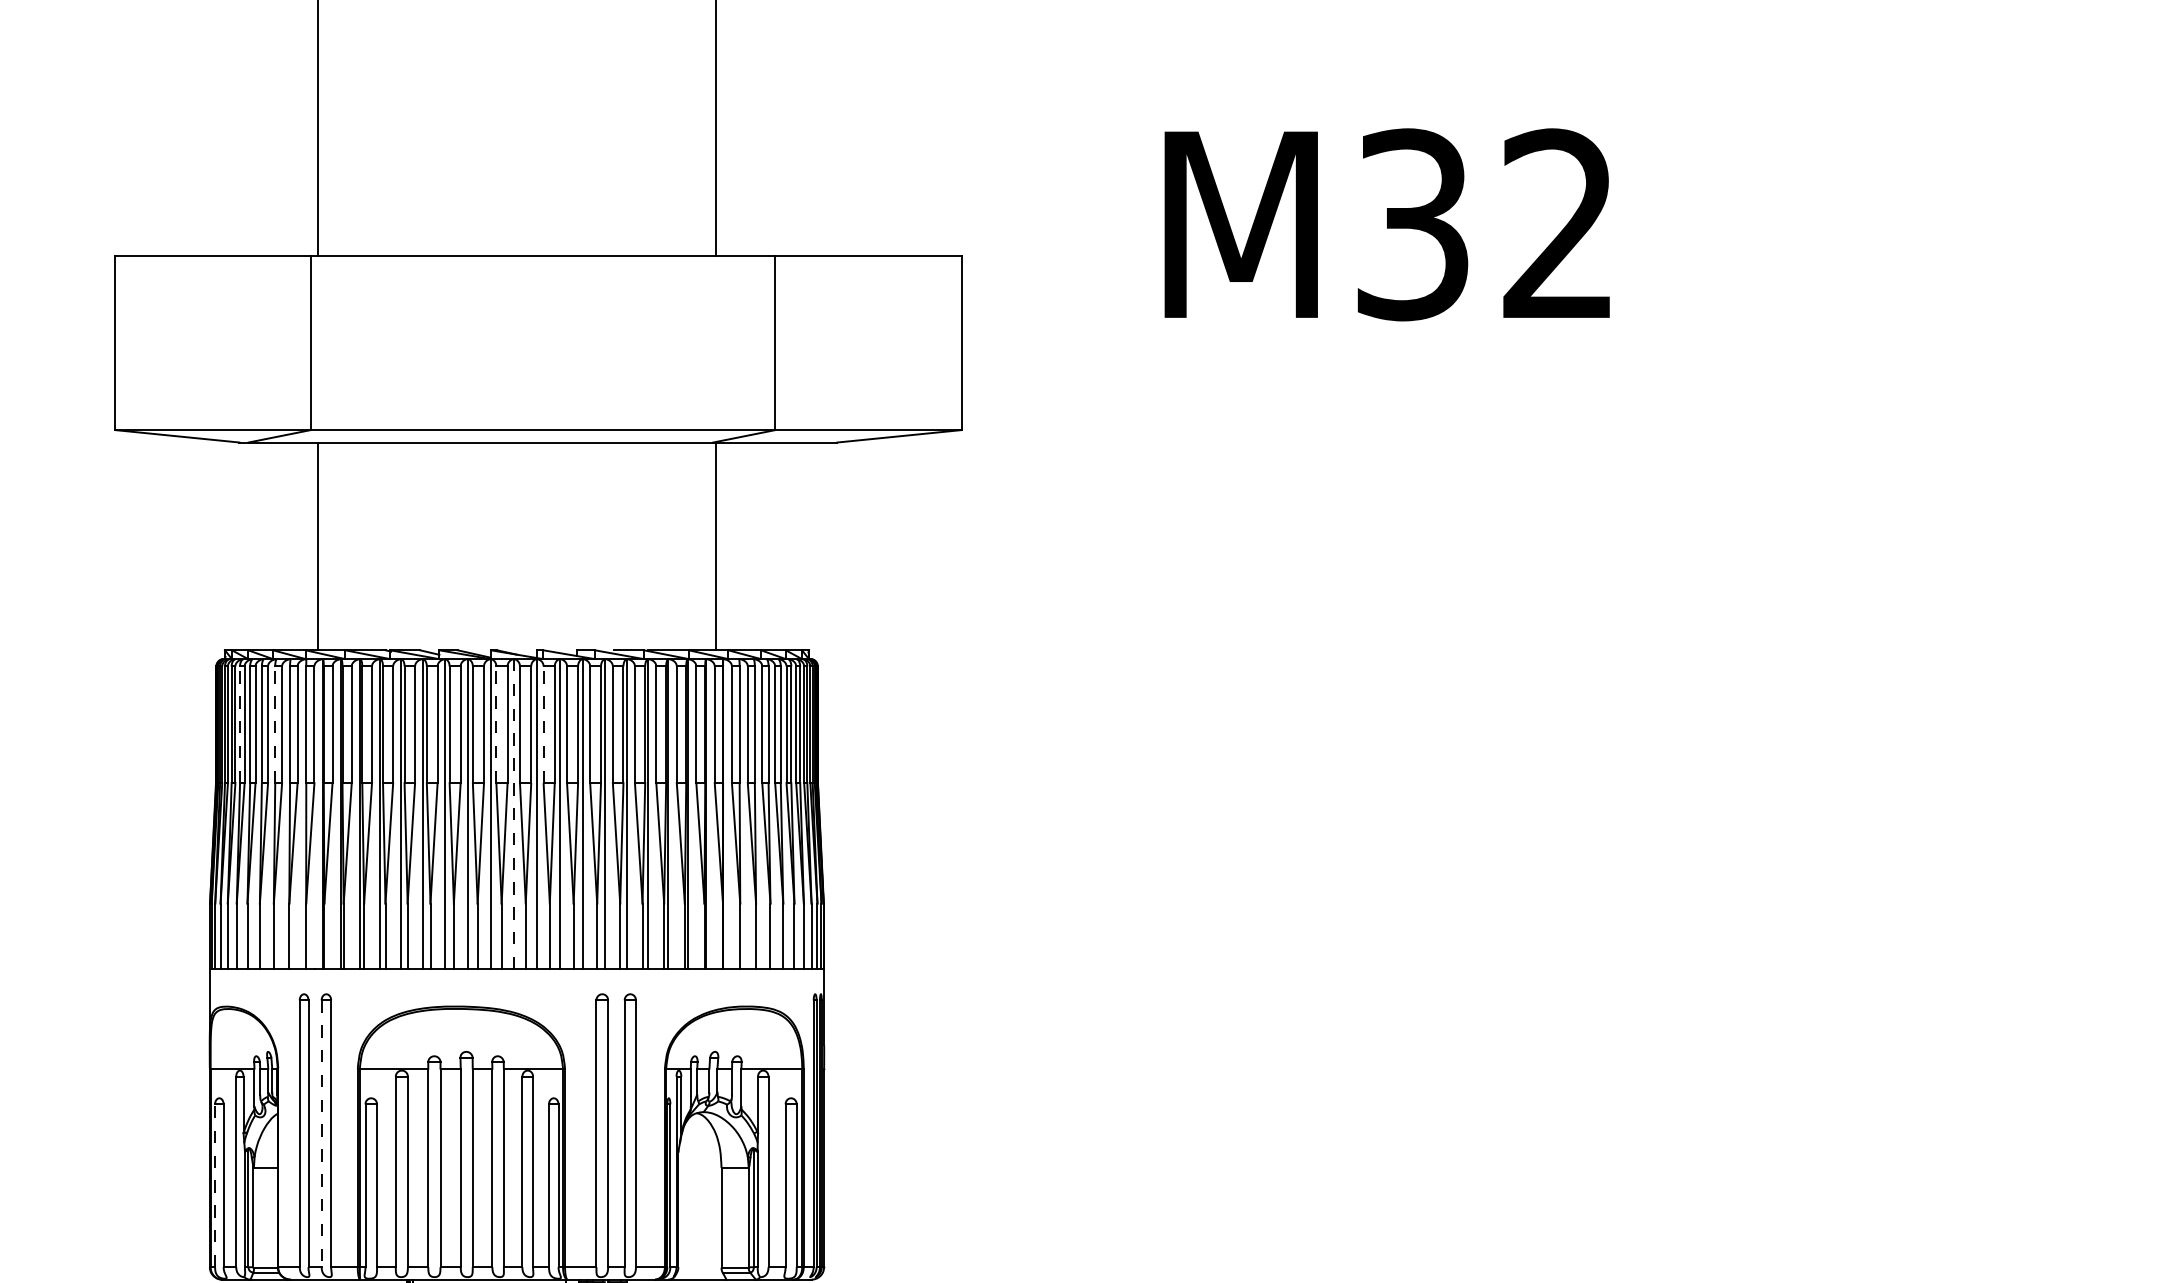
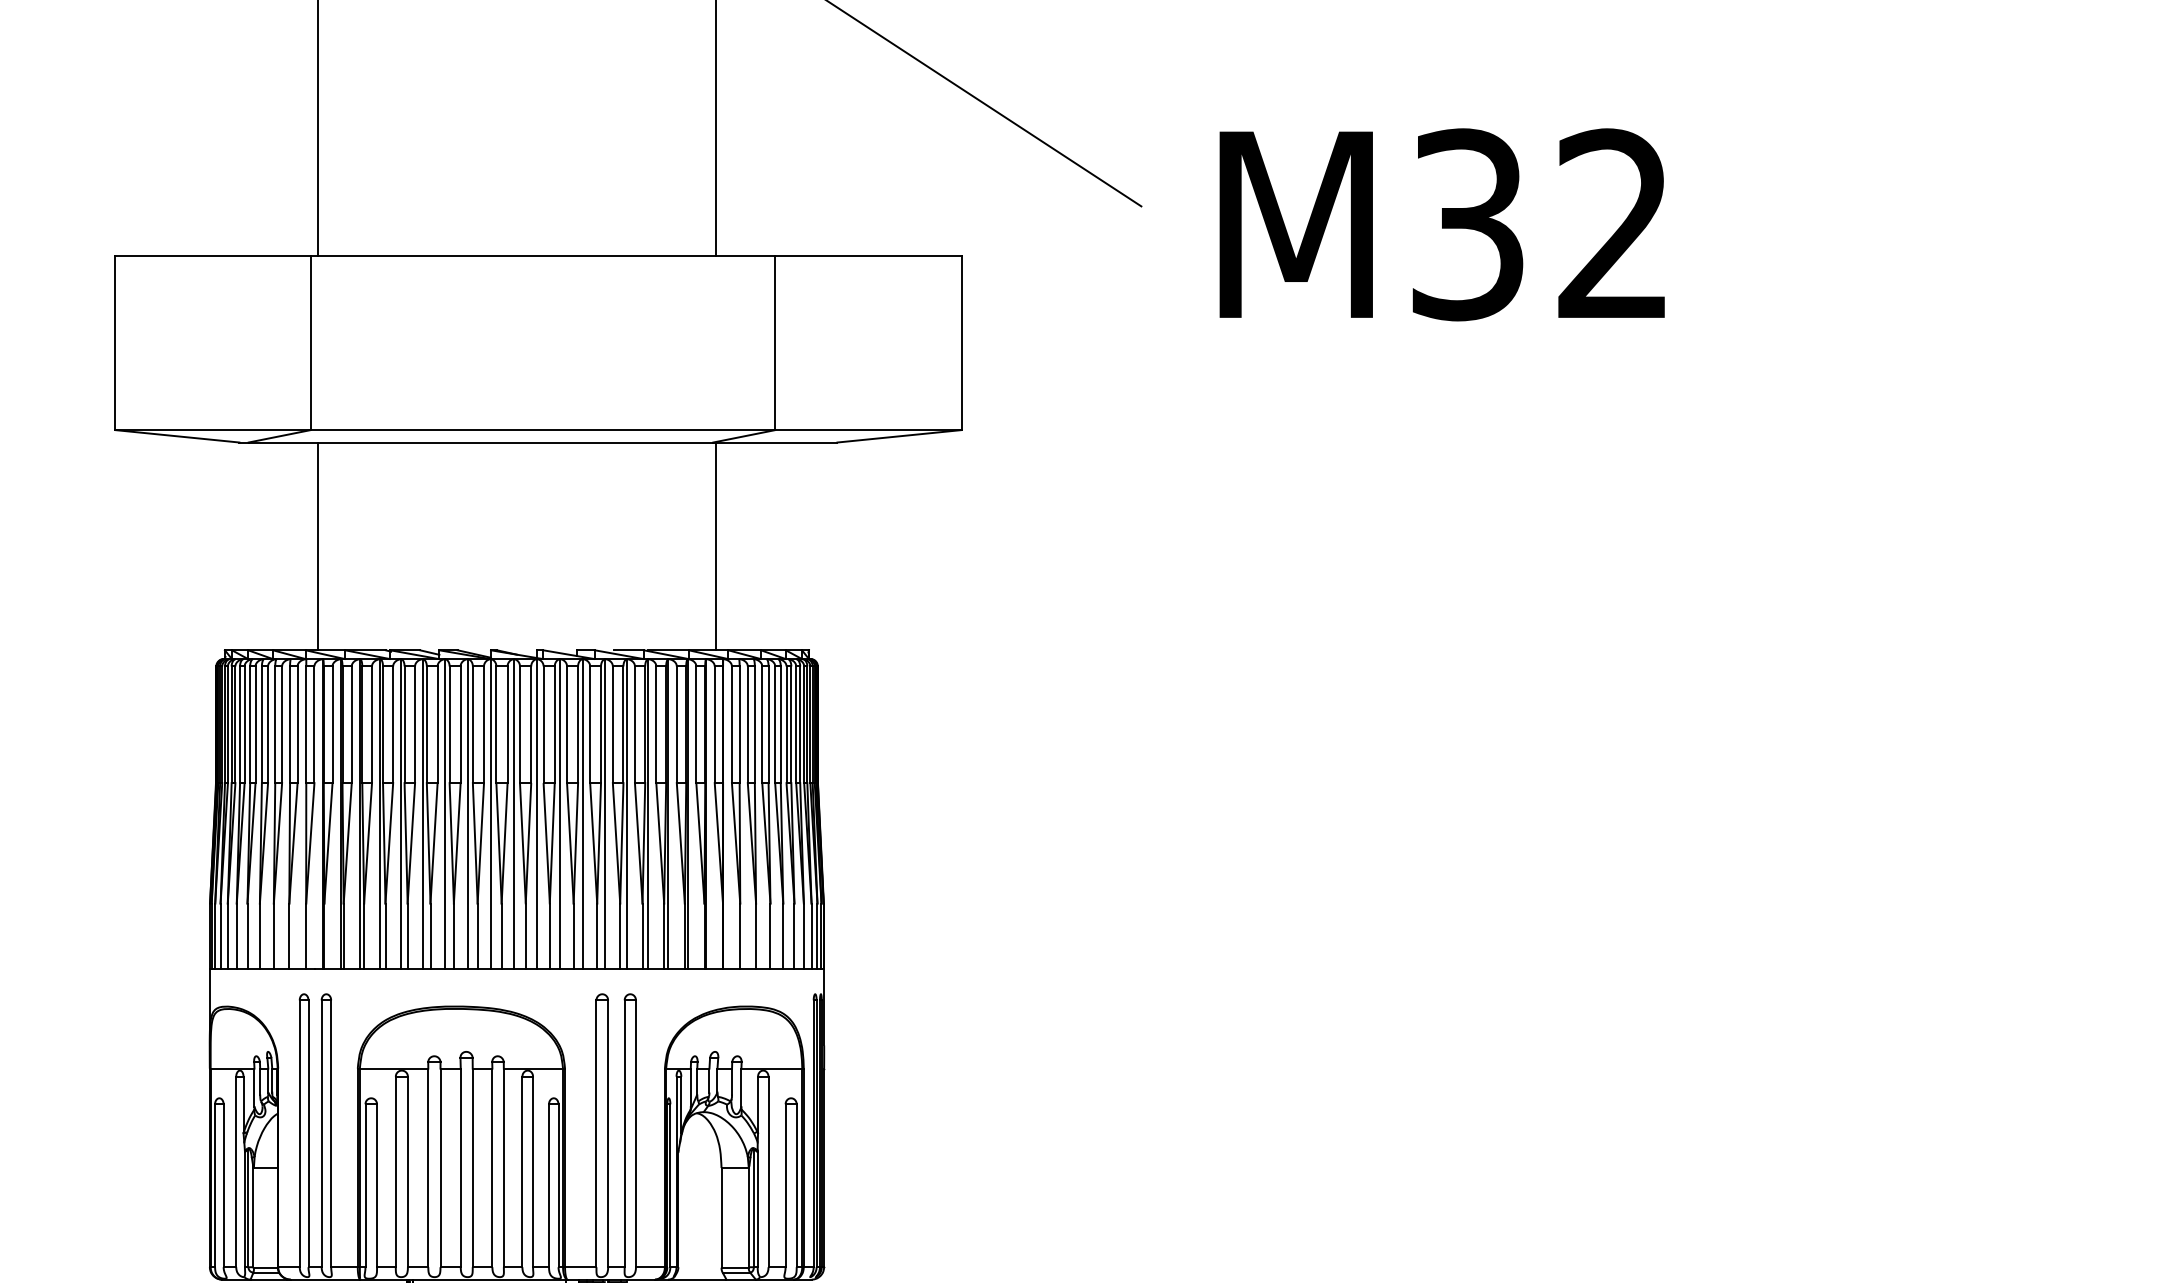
line at (985, 104): none -> present
text at (1386, 224) position: (1386, 224) -> (1441, 224)
line at (240, 724): dashed -> solid
line at (275, 724): dashed -> solid
line at (496, 724): dashed -> solid
line at (543, 724): dashed -> solid
line at (513, 813): dashed -> solid
line at (321, 1134): dashed -> solid
line at (215, 1185): dashed -> solid
